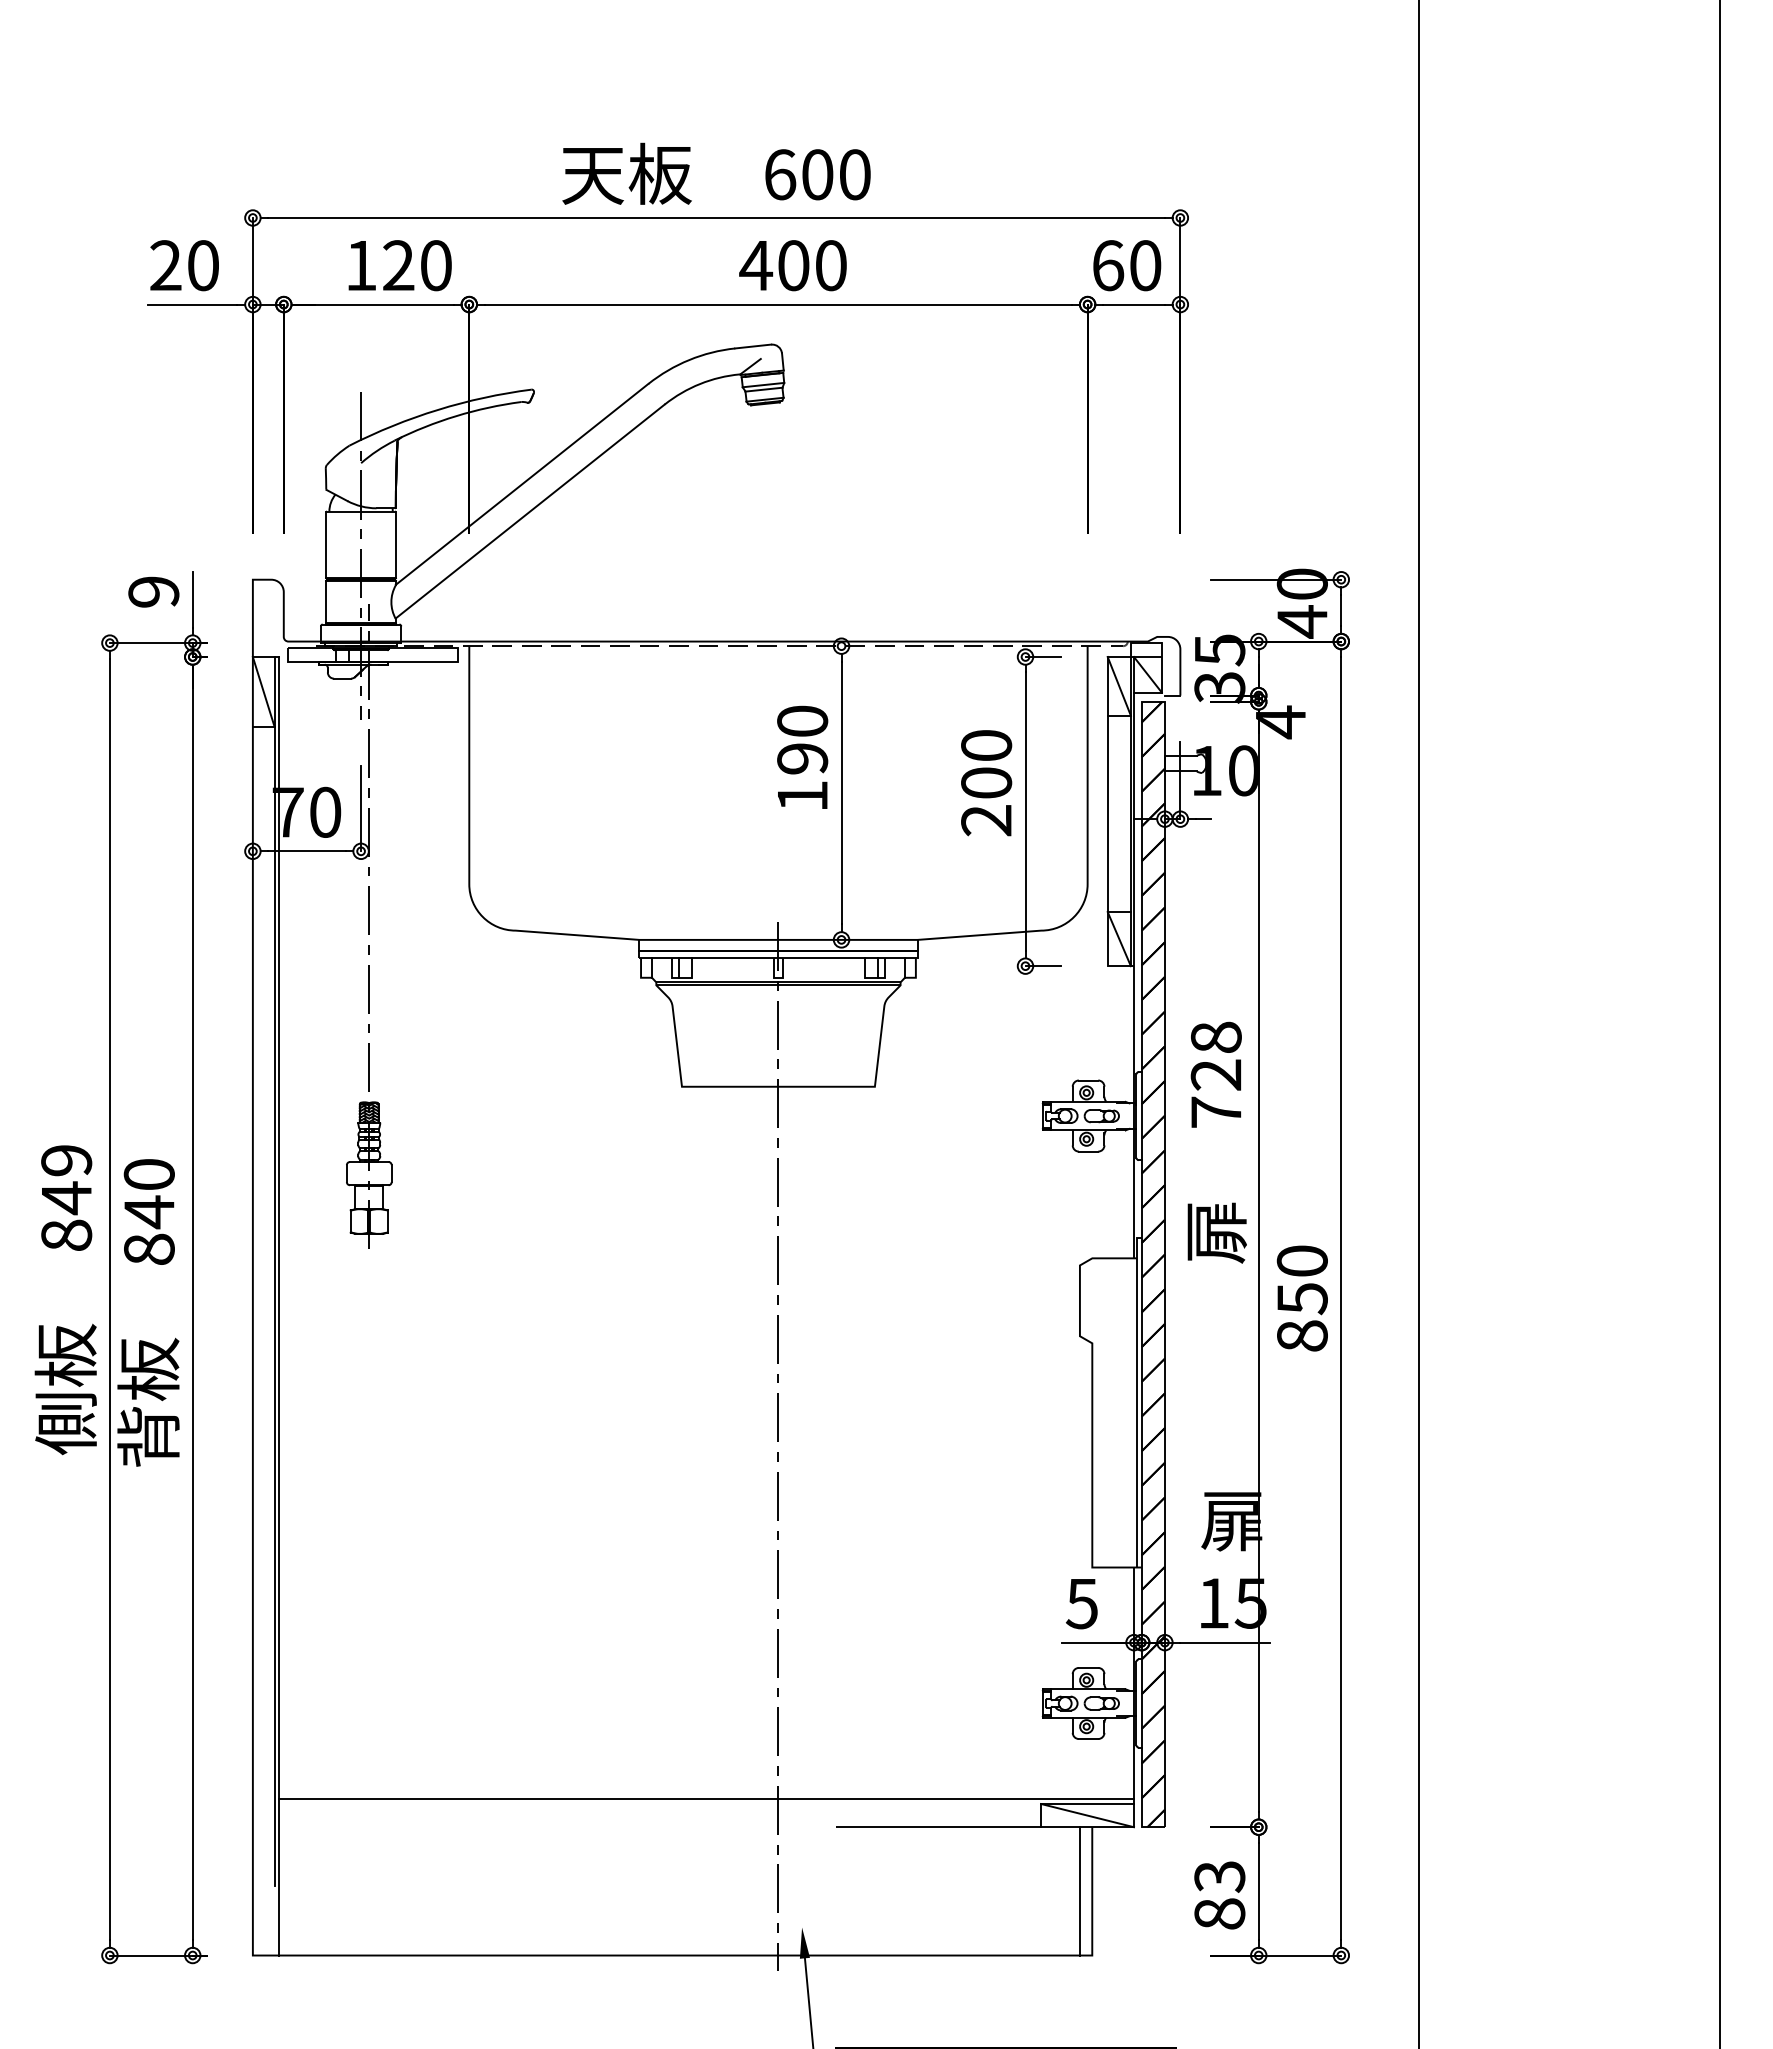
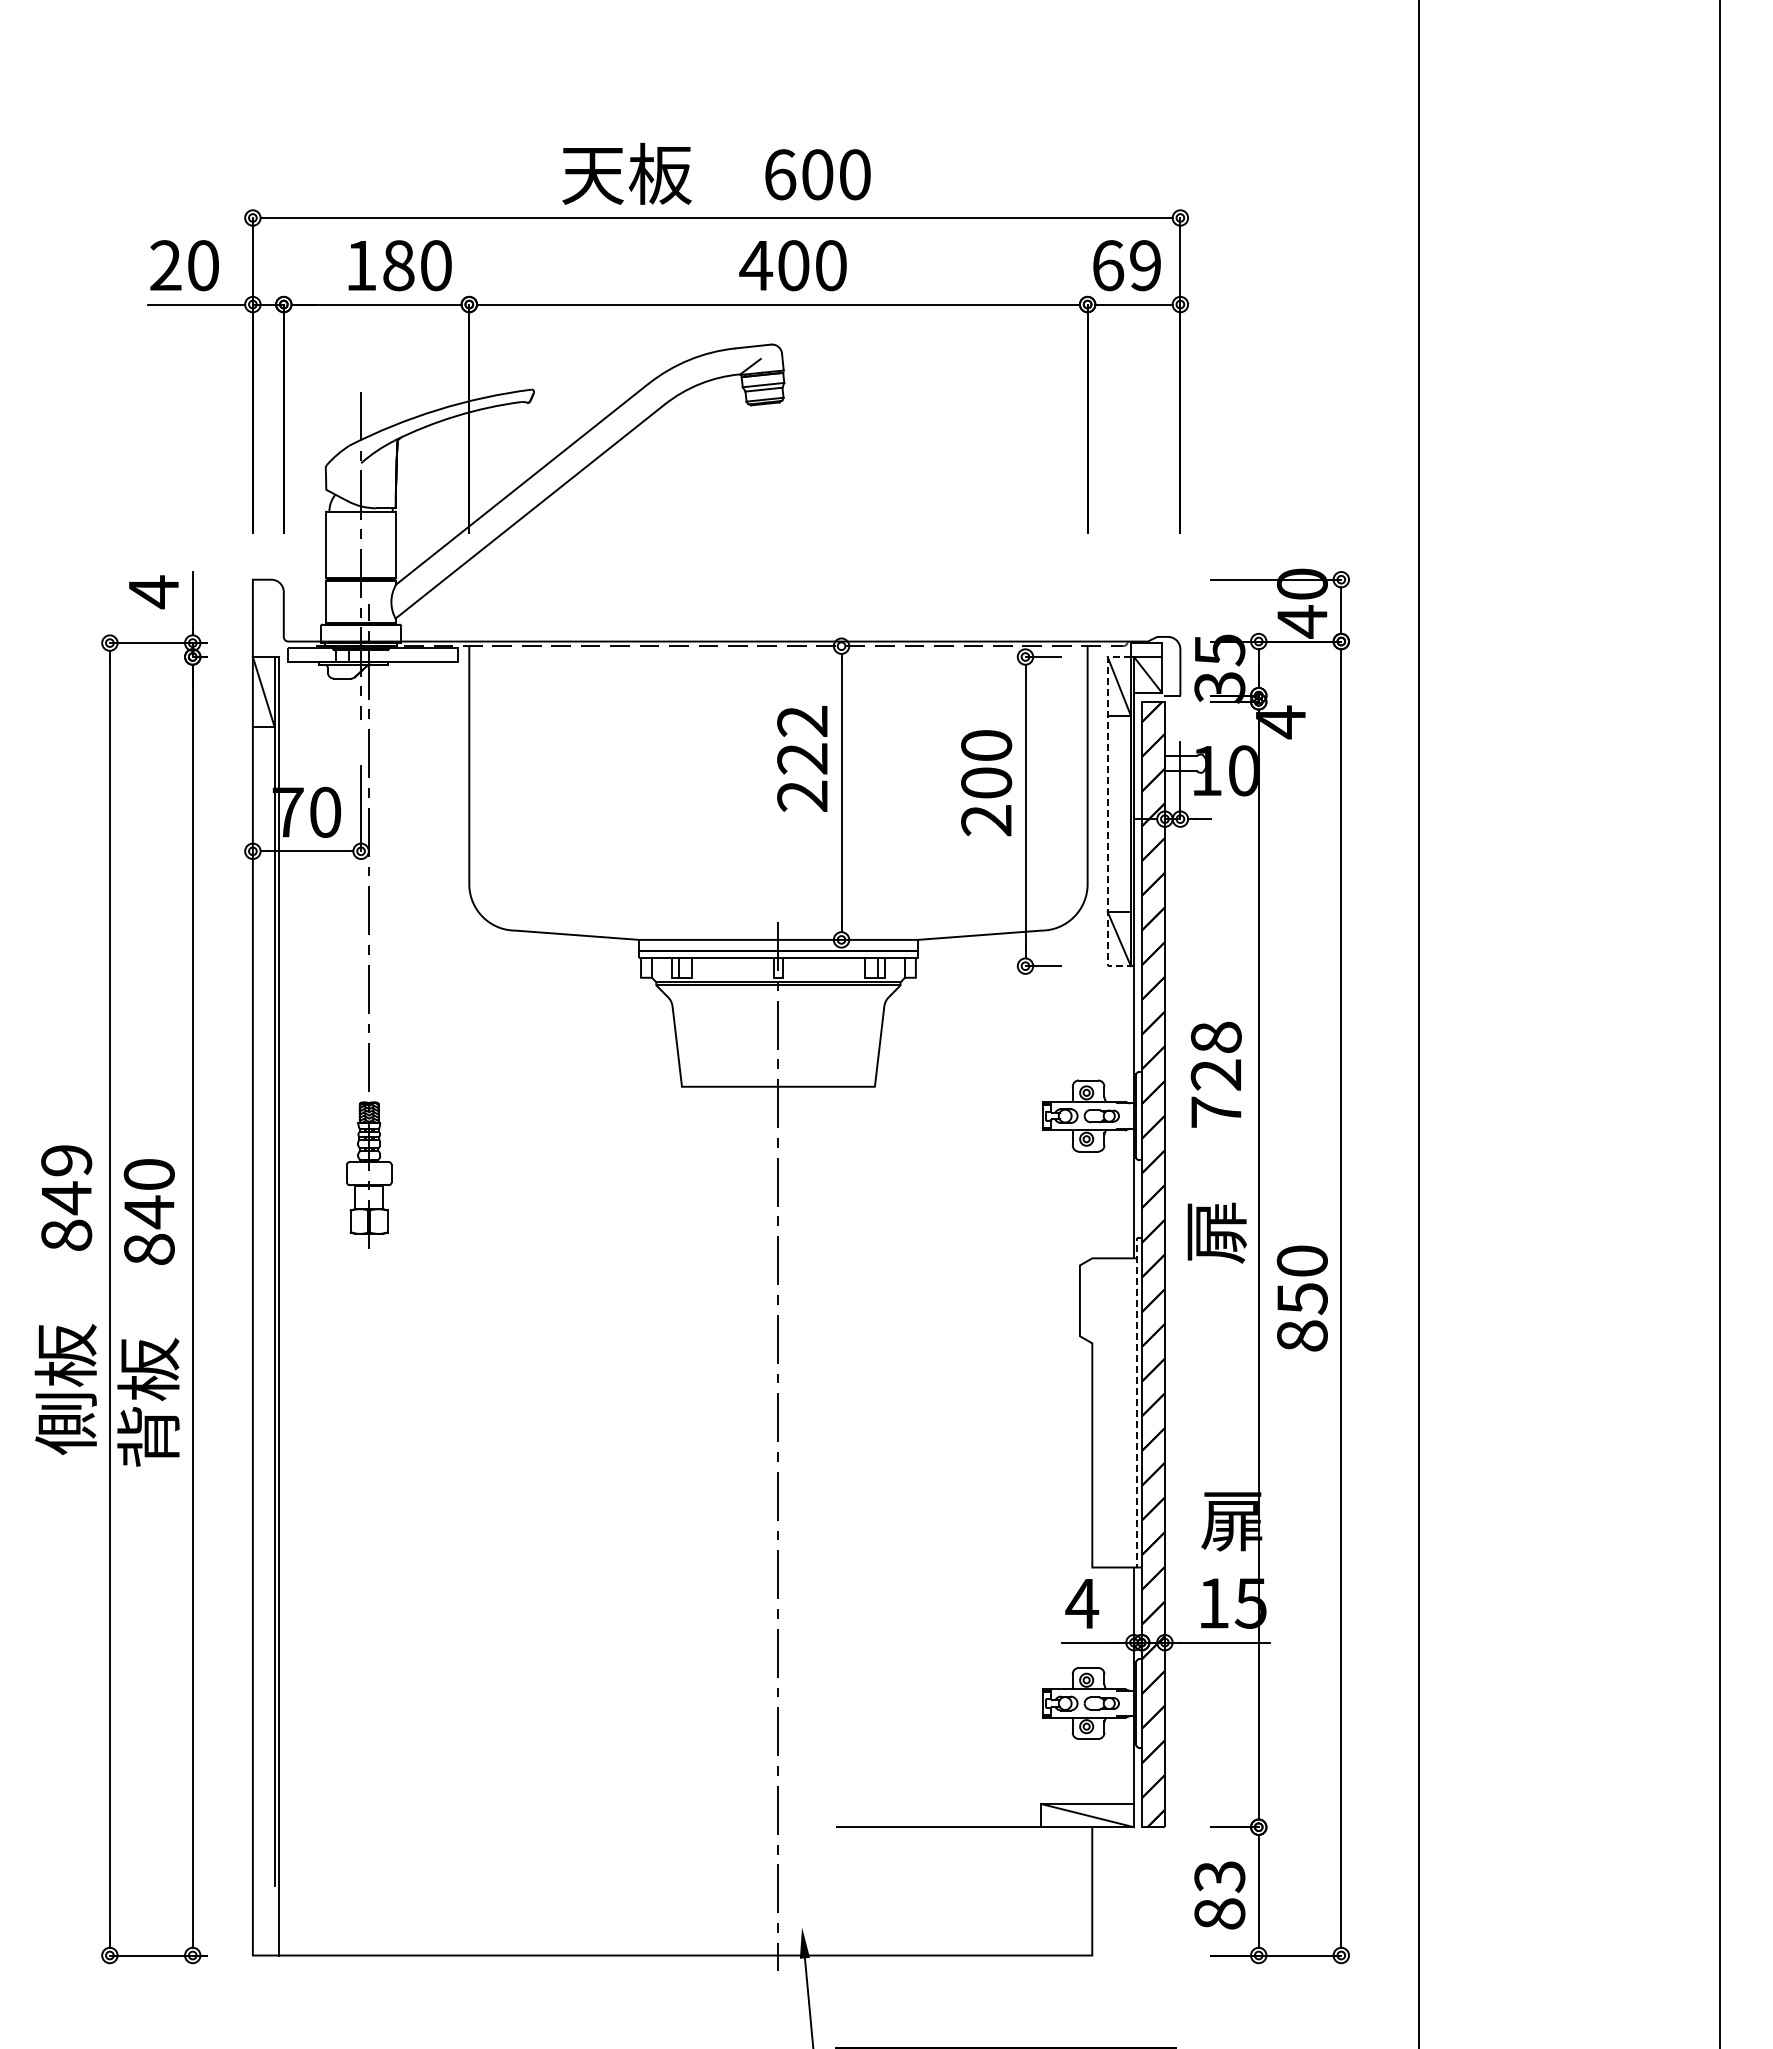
text at (398, 265): 120 -> 180
text at (1145, 265): 60 -> 69
text at (153, 592): 9 -> 4
text at (802, 758): 190 -> 222
line at (1107, 813): solid -> dashed
line at (1137, 1399): solid -> dashed
text at (1082, 1604): 5 -> 4
line at (706, 1799): present -> none
line at (1079, 1891): present -> none
